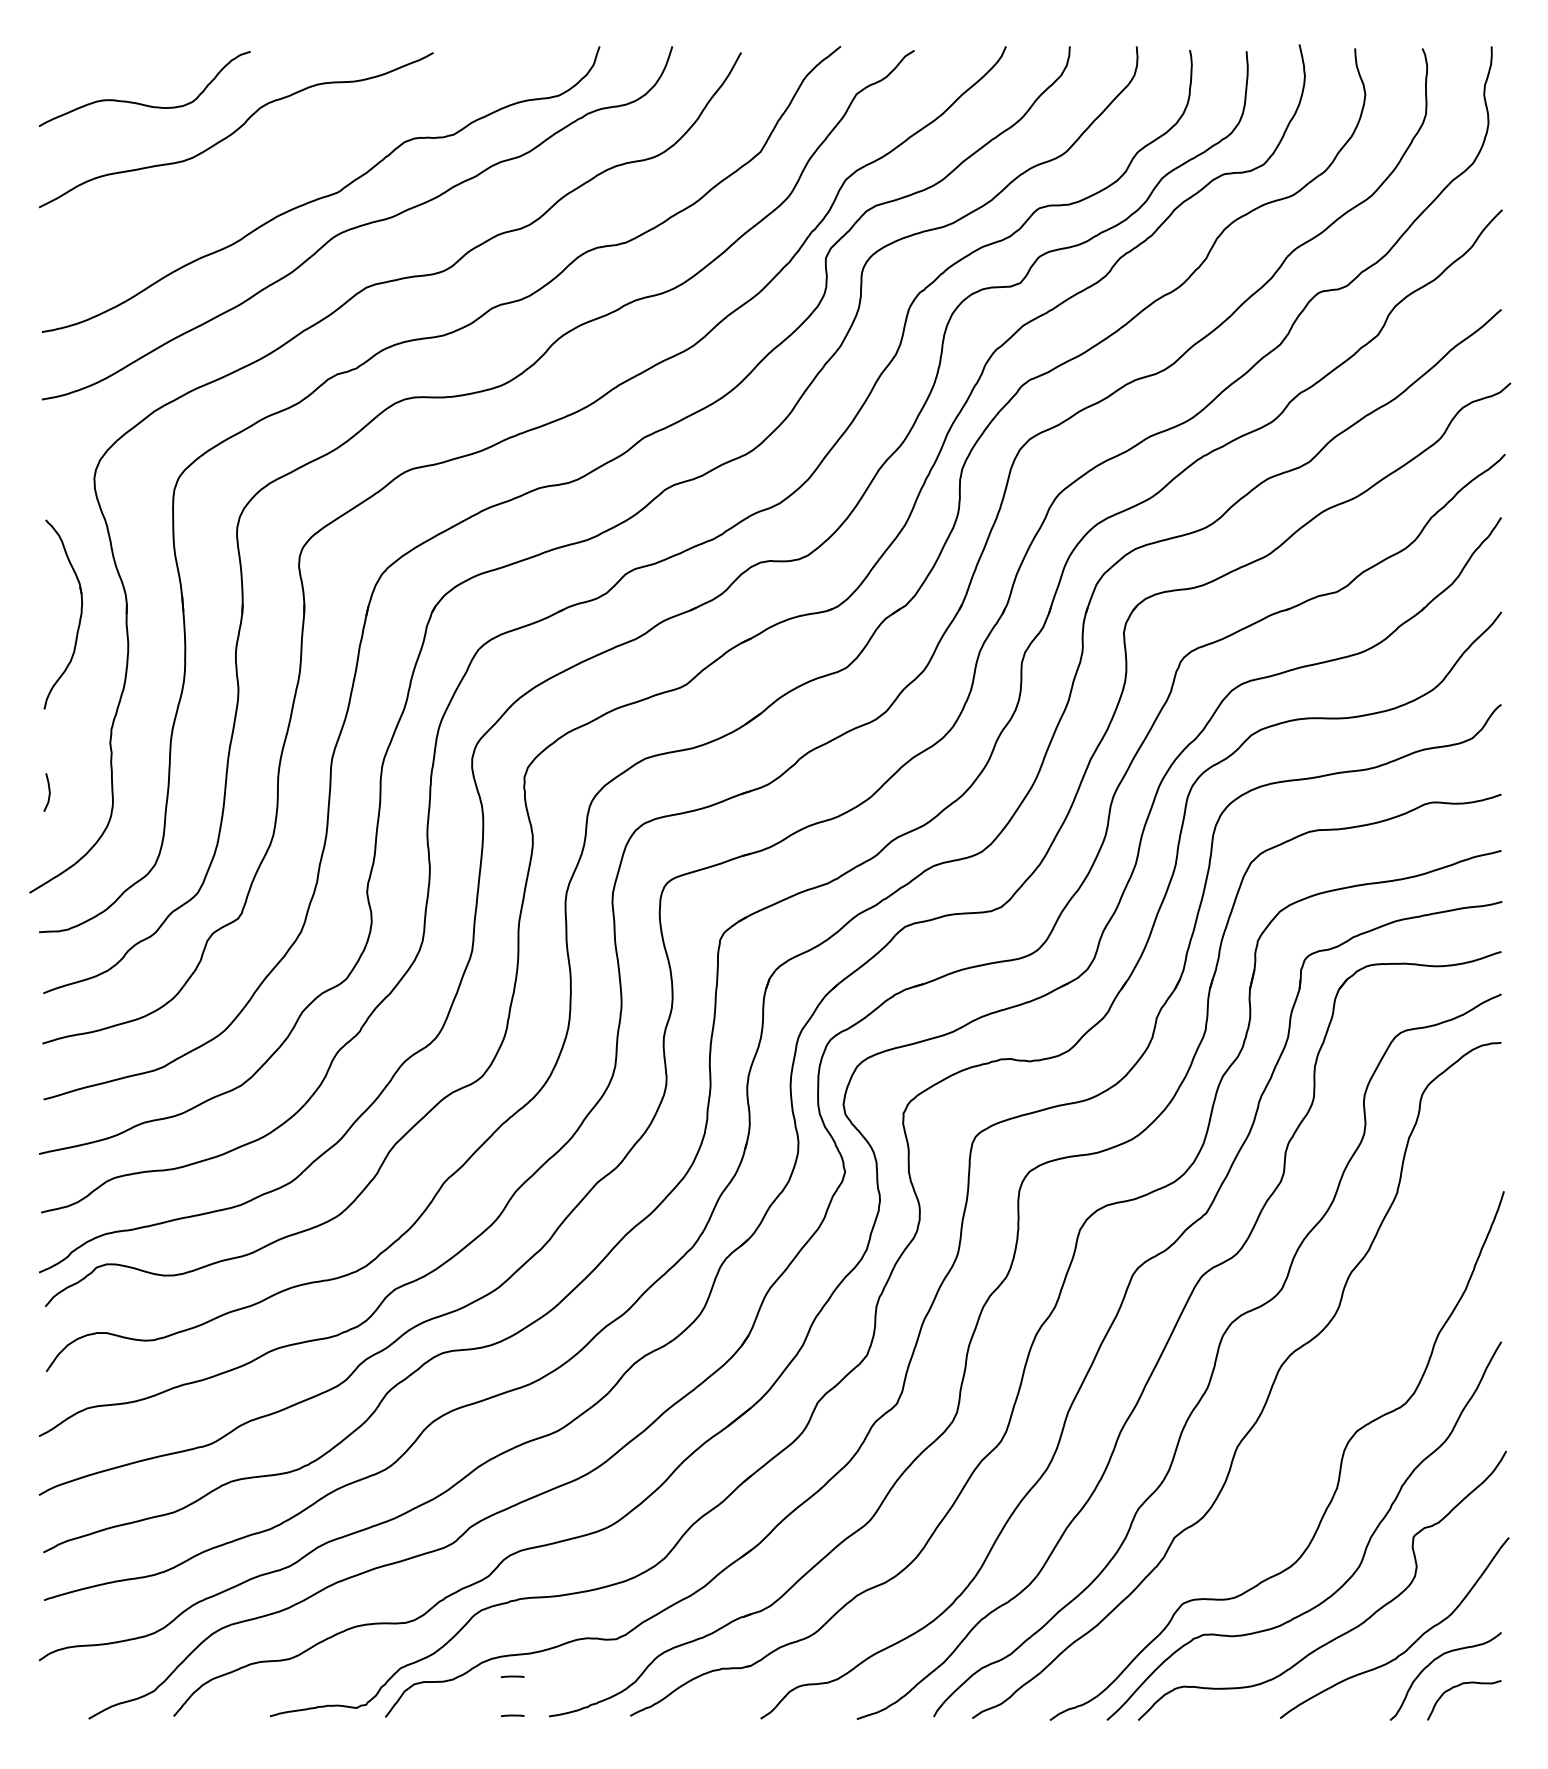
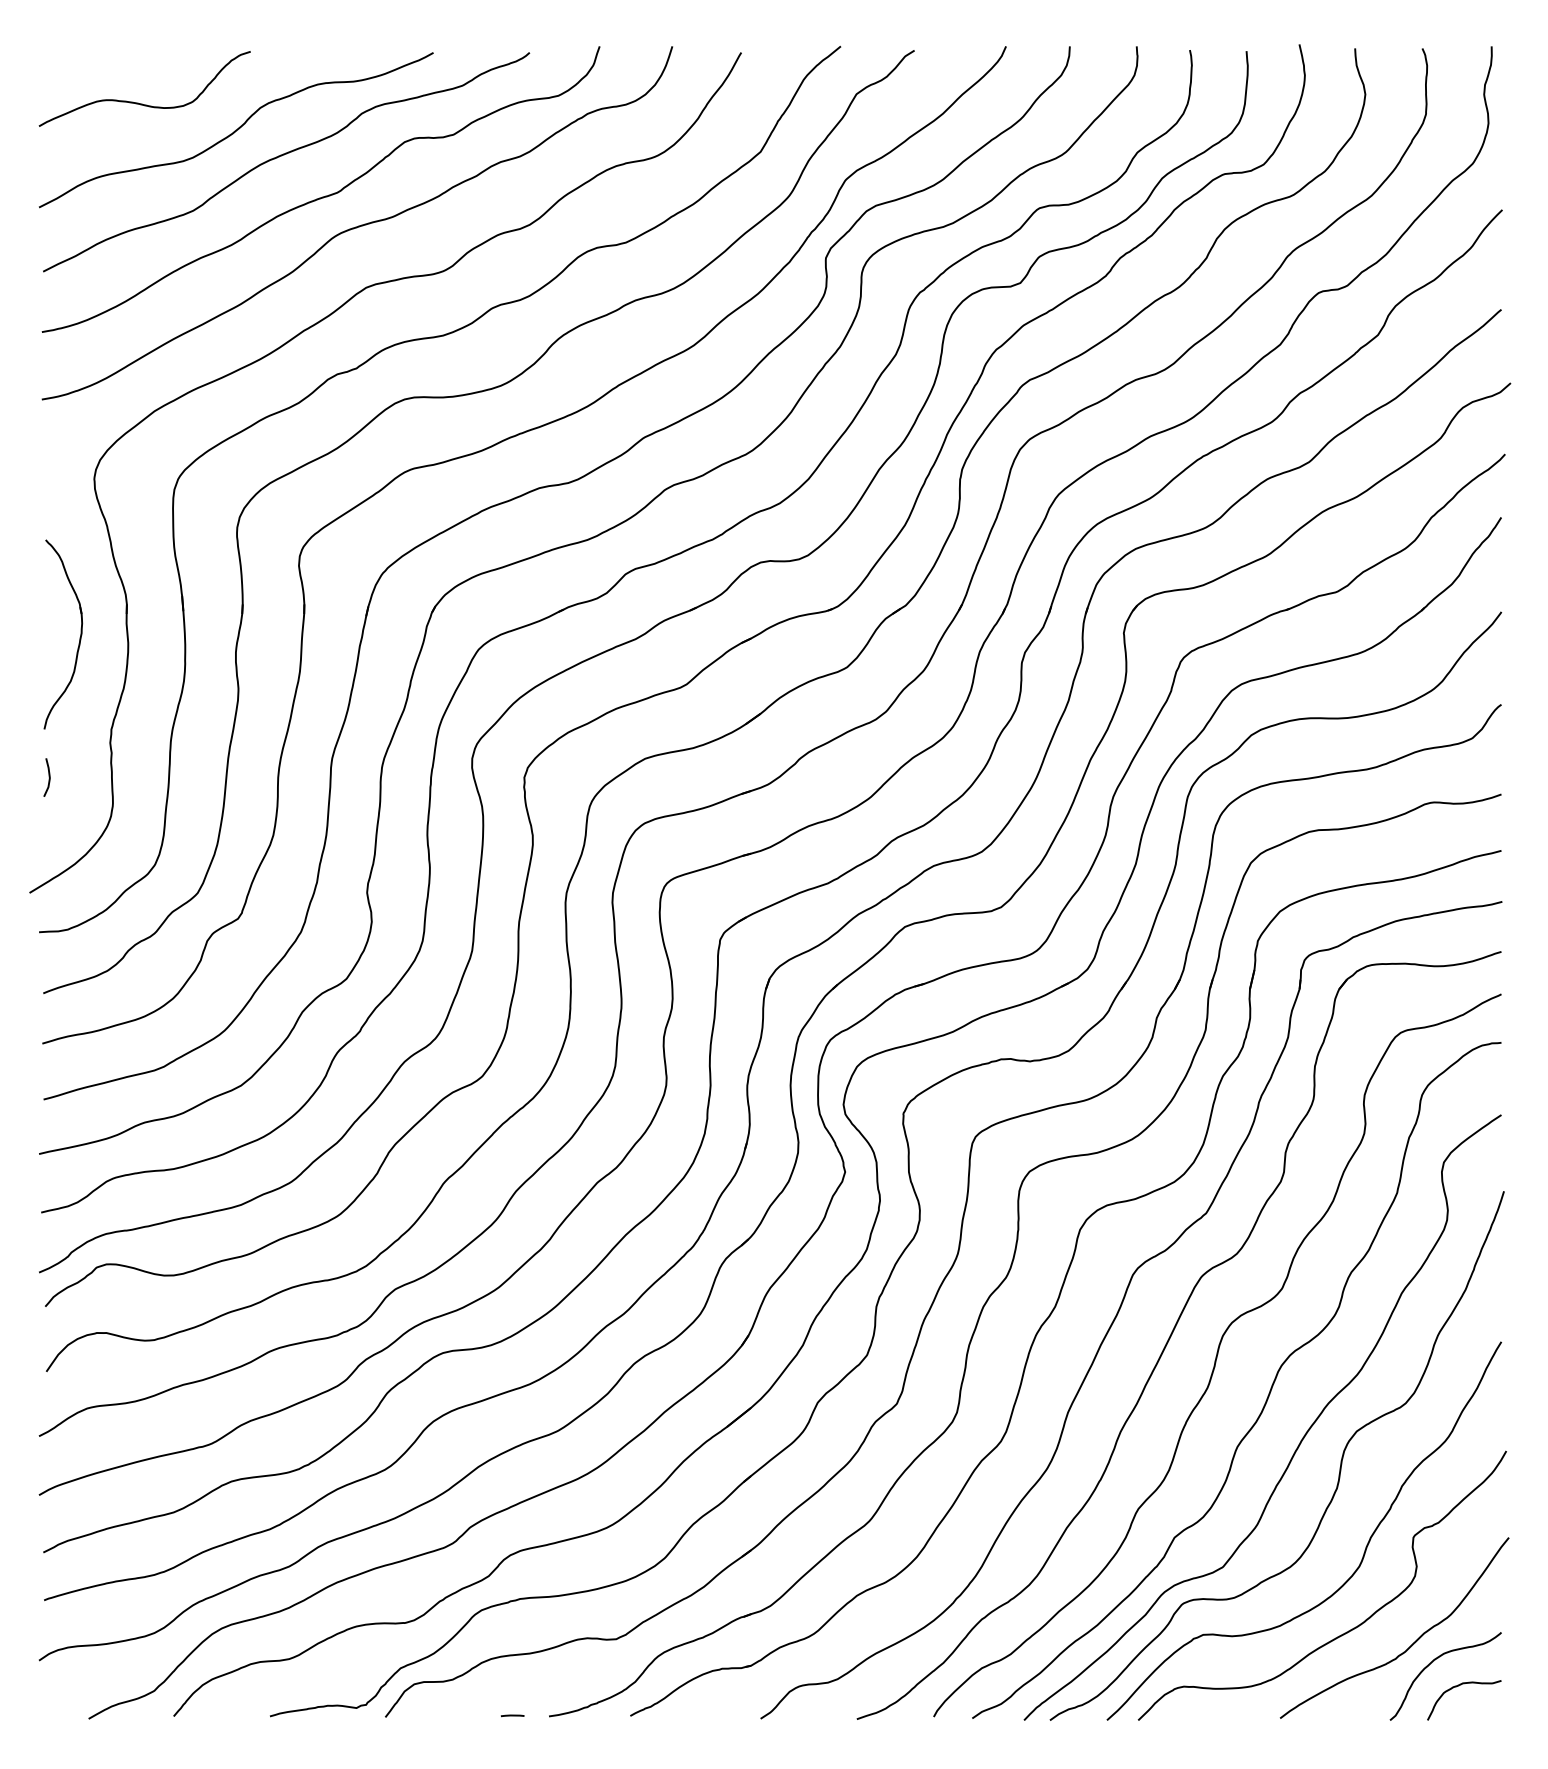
curve at (284, 155): none -> present
part at (79, 617) position: (79, 617) -> (79, 637)
curve at (48, 792) position: (48, 792) -> (48, 777)
curve at (1300, 1440): none -> present
line at (512, 1676): present -> none
